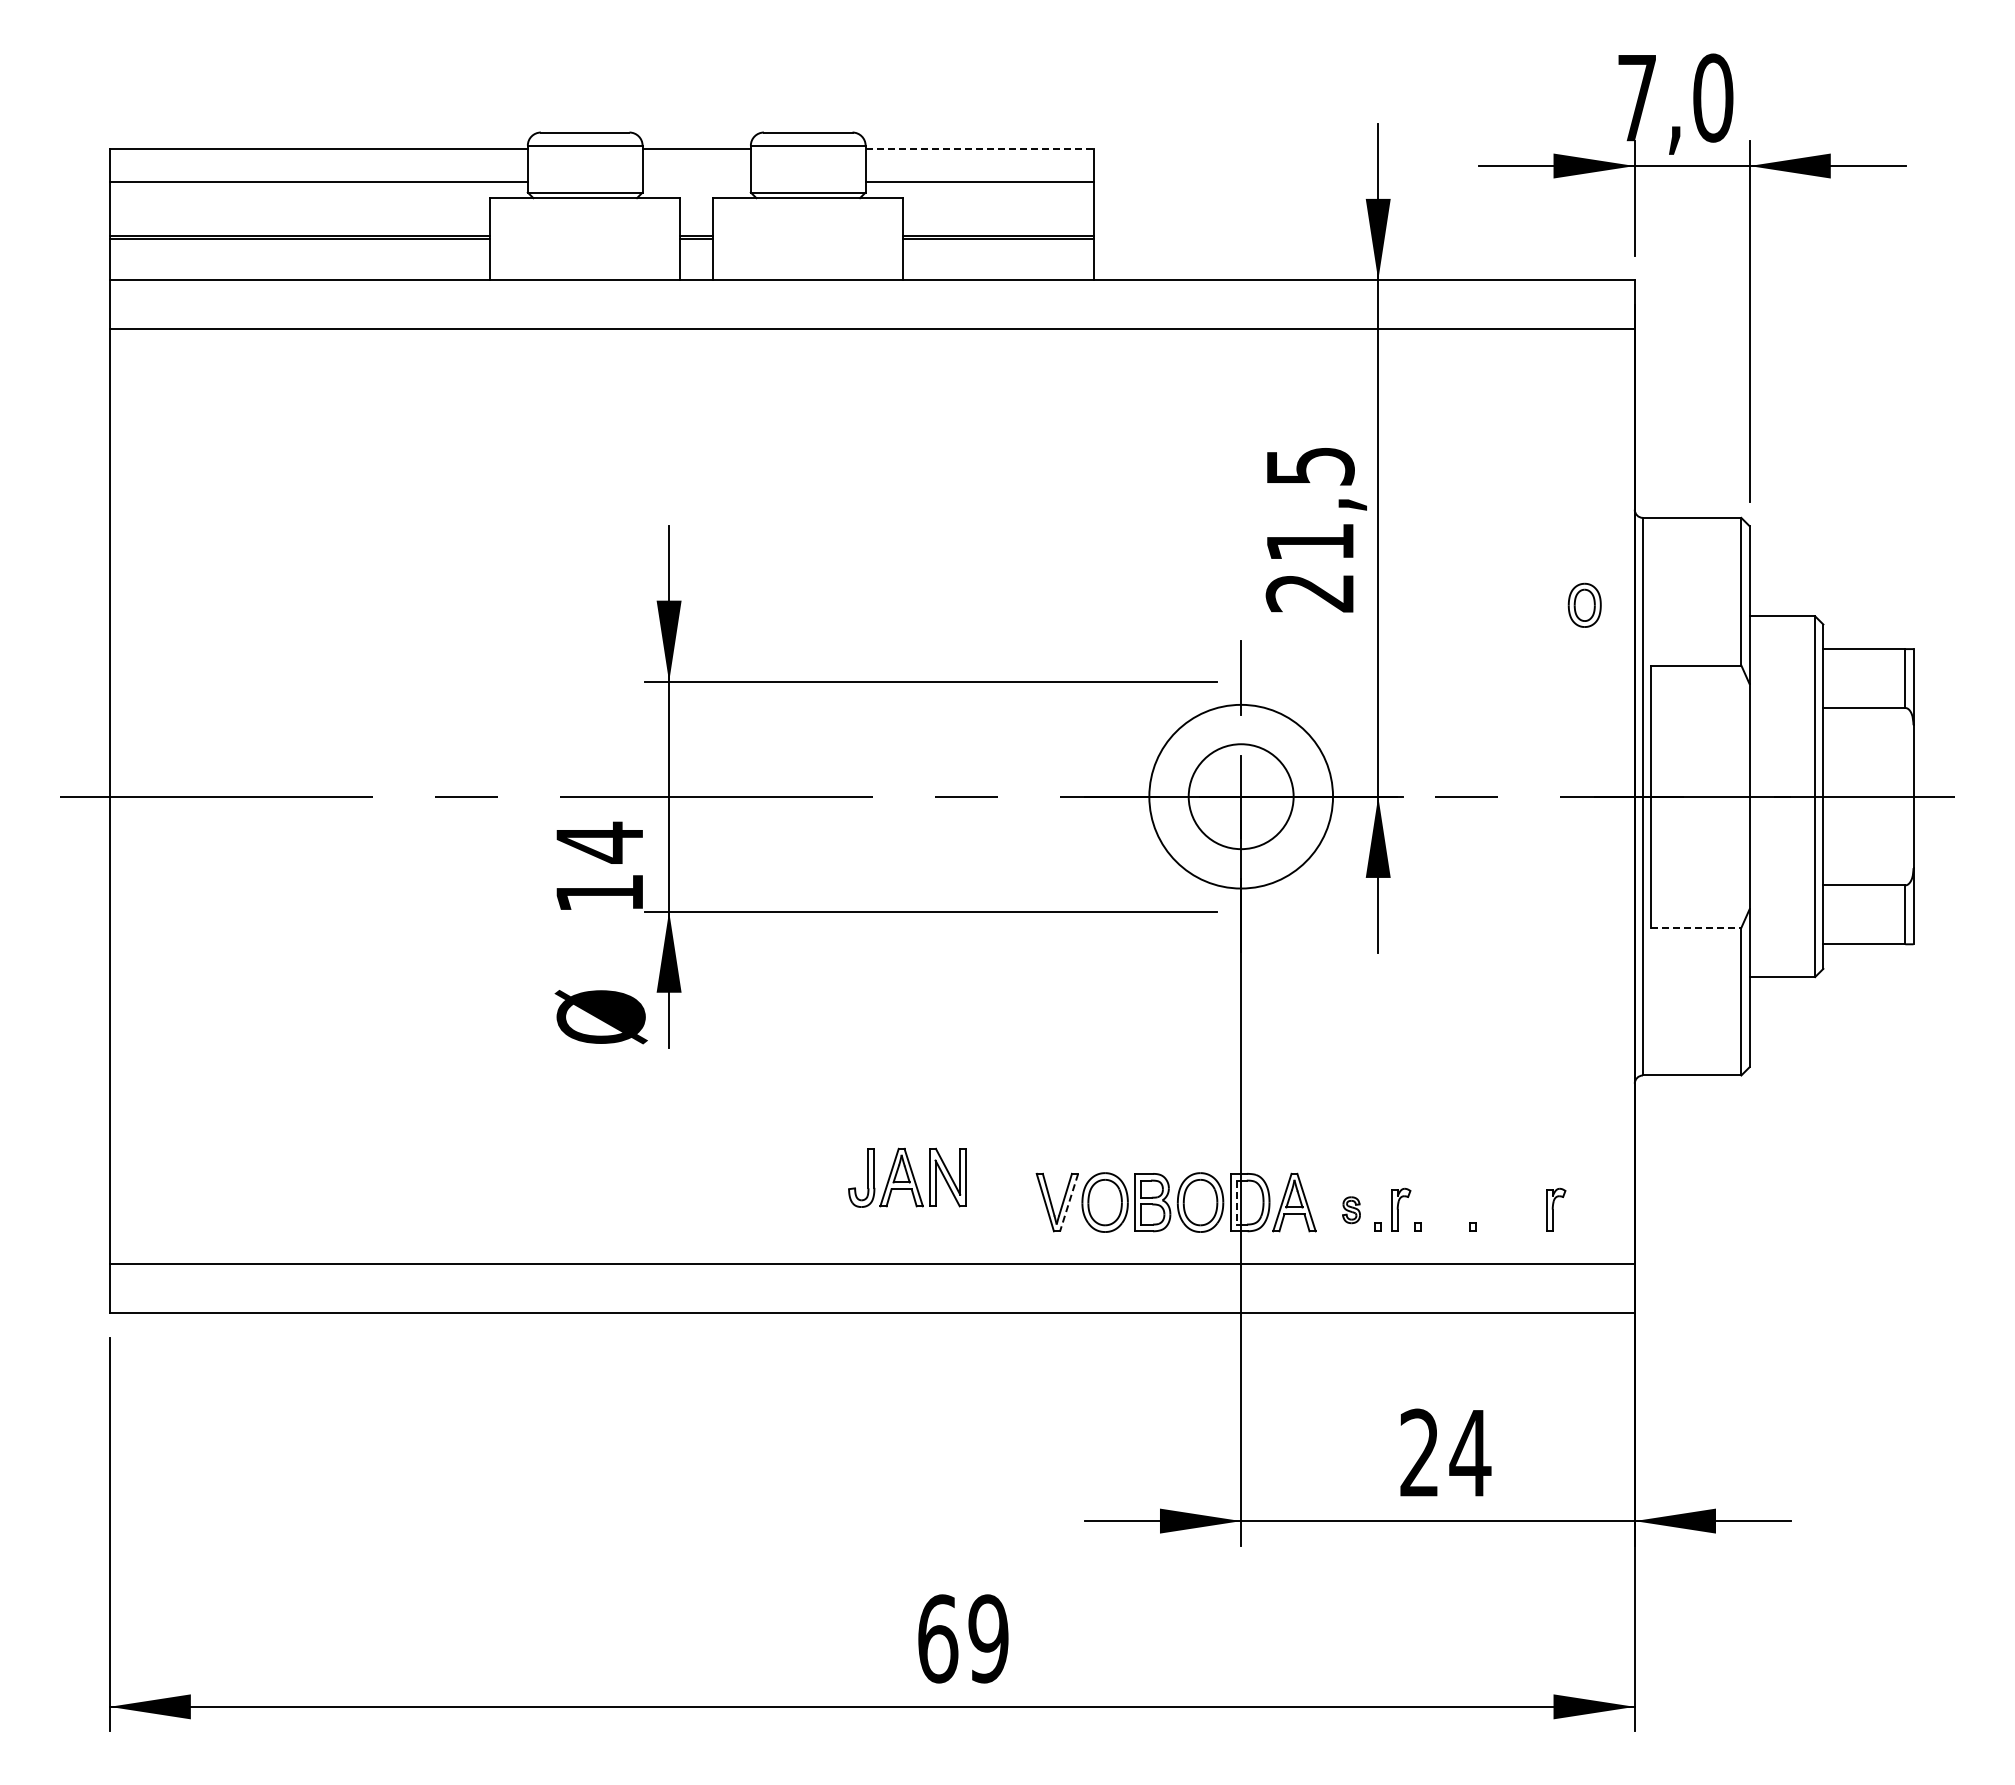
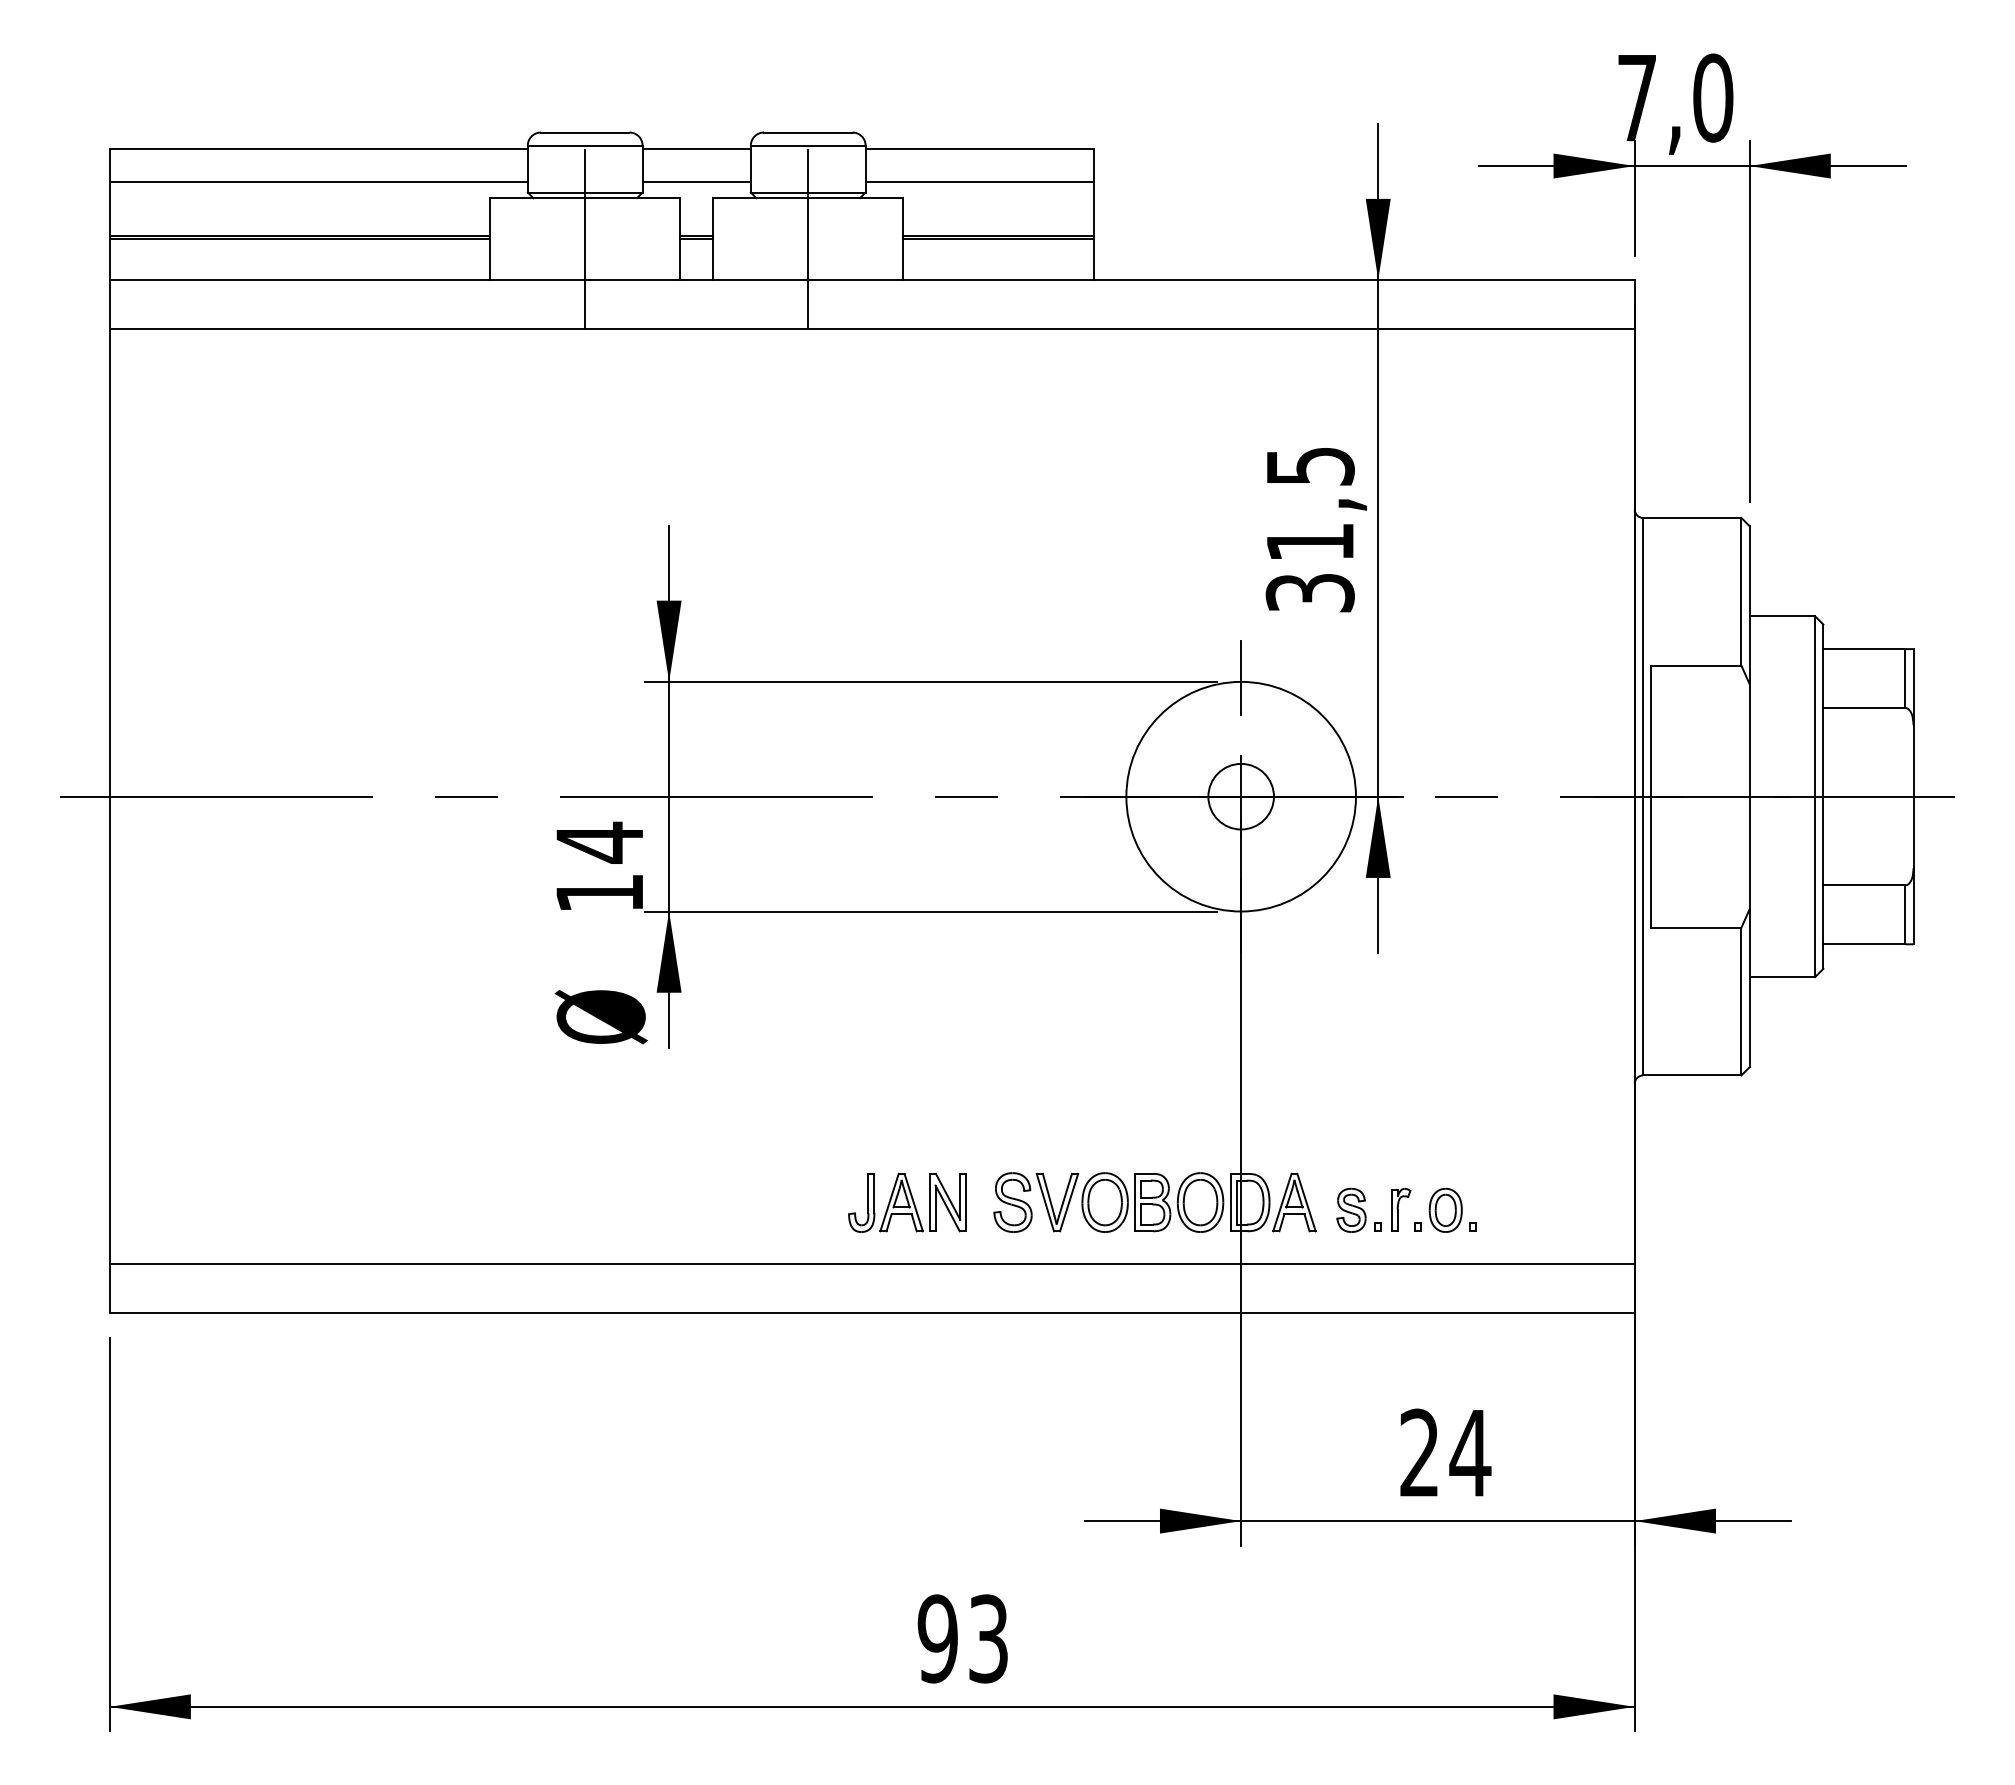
line at (979, 148): dashed -> solid
line at (696, 181): none -> present
line at (585, 238): none -> present
line at (808, 238): none -> present
text at (1309, 593): 21,5 -> 31,5
part at (1584, 604) position: (1584, 604) -> (1445, 1209)
circle at (1240, 796) diameter: 105 px -> 66 px
circle at (1241, 796) diameter: 184 px -> 230 px
line at (1696, 927): dashed -> solid
part at (907, 1177) position: (907, 1177) -> (907, 1202)
part at (1012, 1202): none -> present
line at (1236, 1202): dashed -> solid
line at (1068, 1203): dashed -> solid
part at (1556, 1209): present -> none
part at (1351, 1210) size: 19x29 px -> 31x46 px
text at (962, 1638): 69 -> 93
